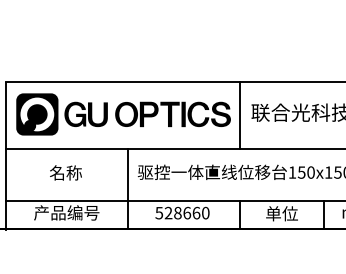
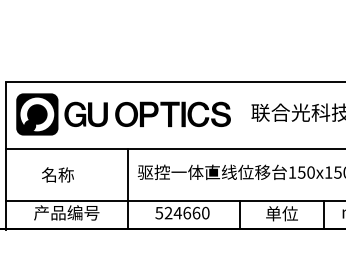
line at (239, 115): present -> none
text at (65, 172) position: (65, 172) -> (57, 174)
text at (177, 212): 528660 -> 524660
